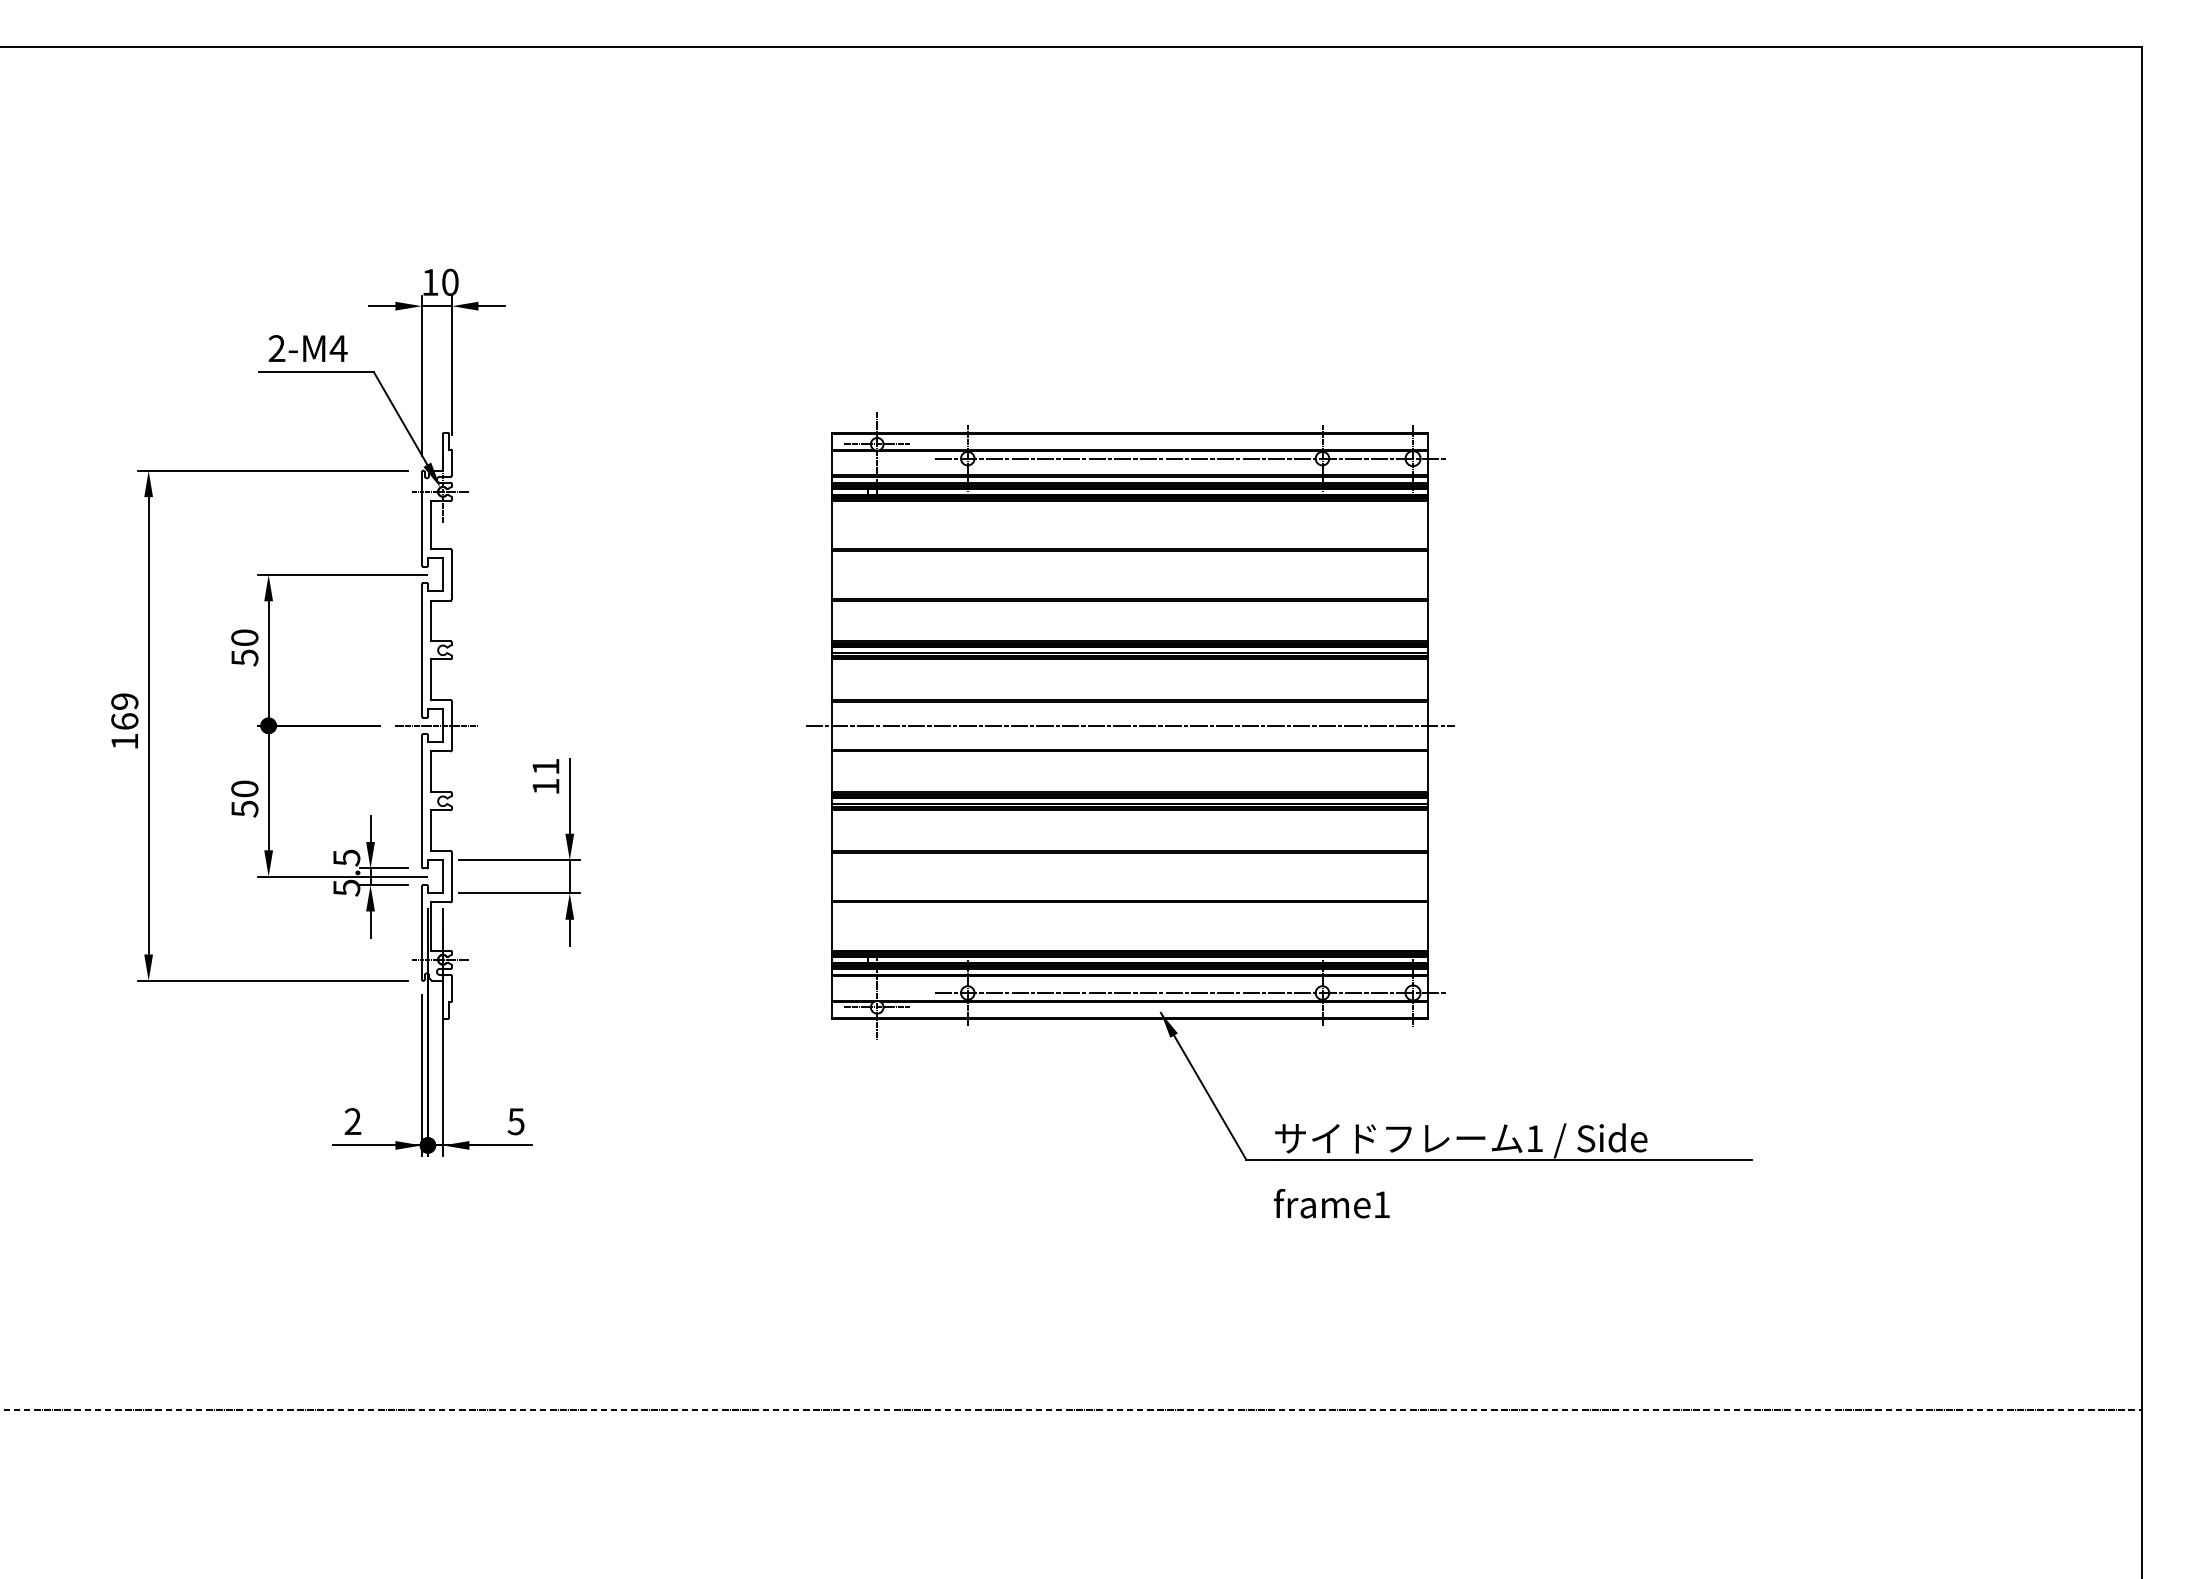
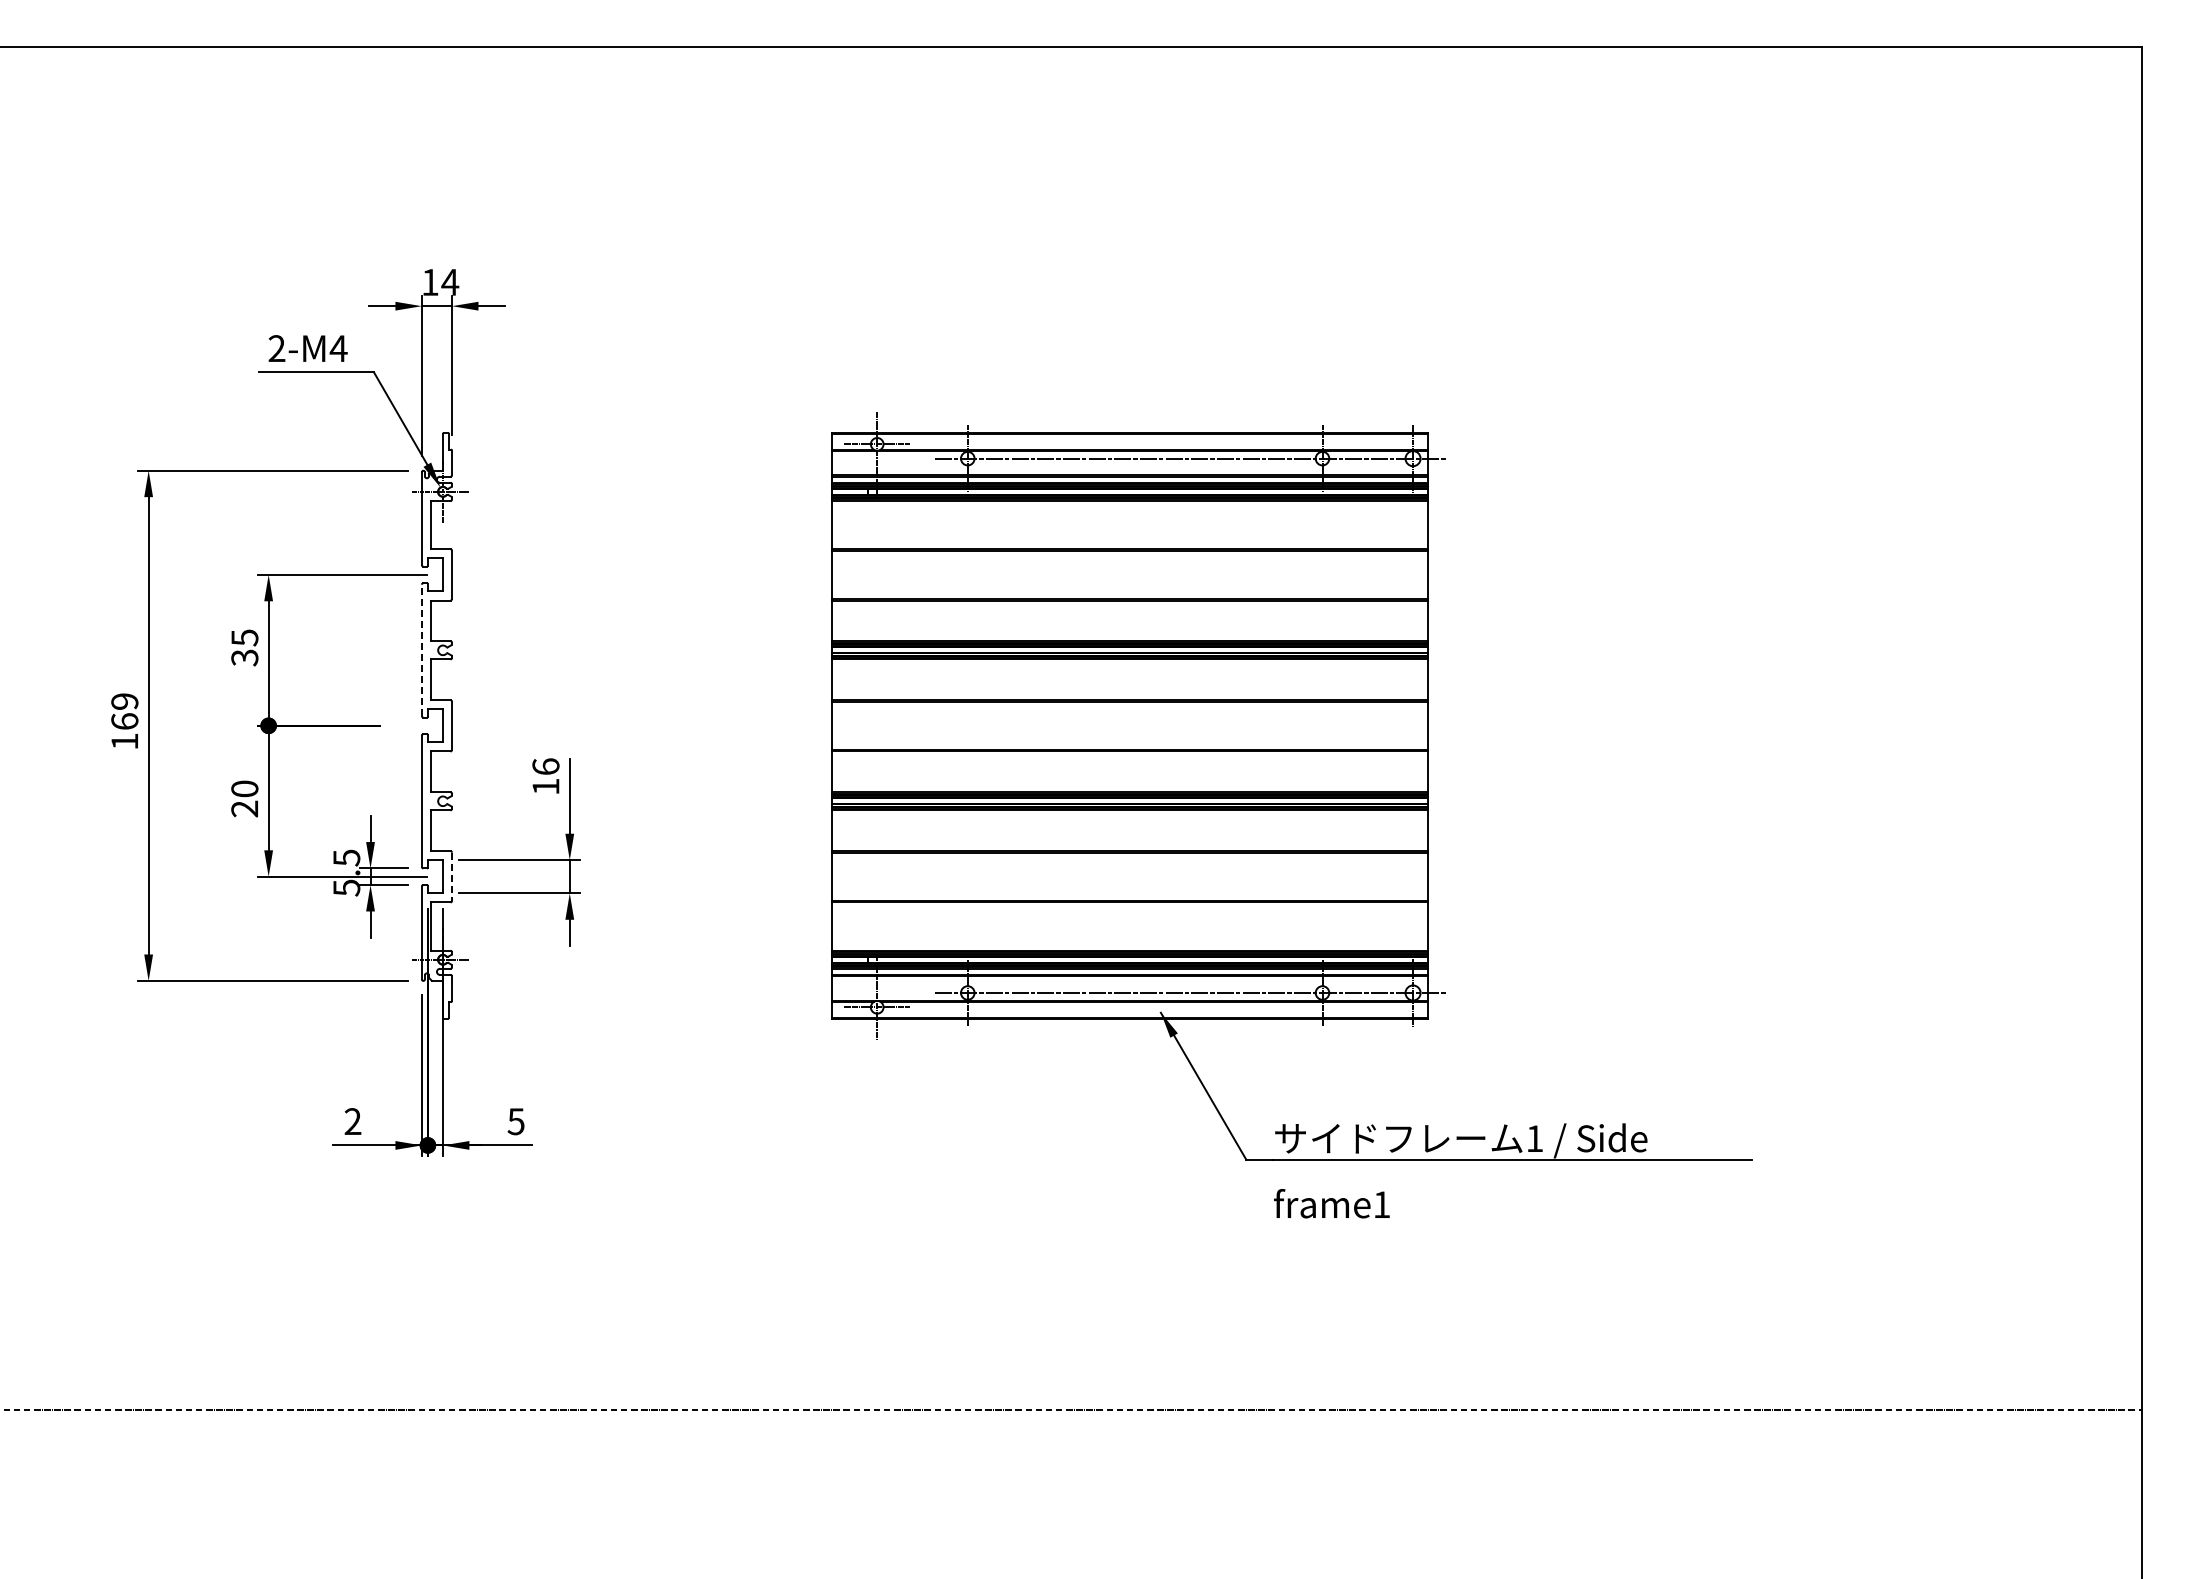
text at (450, 282): 10 -> 14
text at (244, 647): 50 -> 35
line at (421, 650): solid -> dashed
line at (436, 725): present -> none
line at (1129, 725): present -> none
text at (545, 766): 11 -> 16
text at (244, 808): 50 -> 20
line at (452, 877): solid -> dashed
